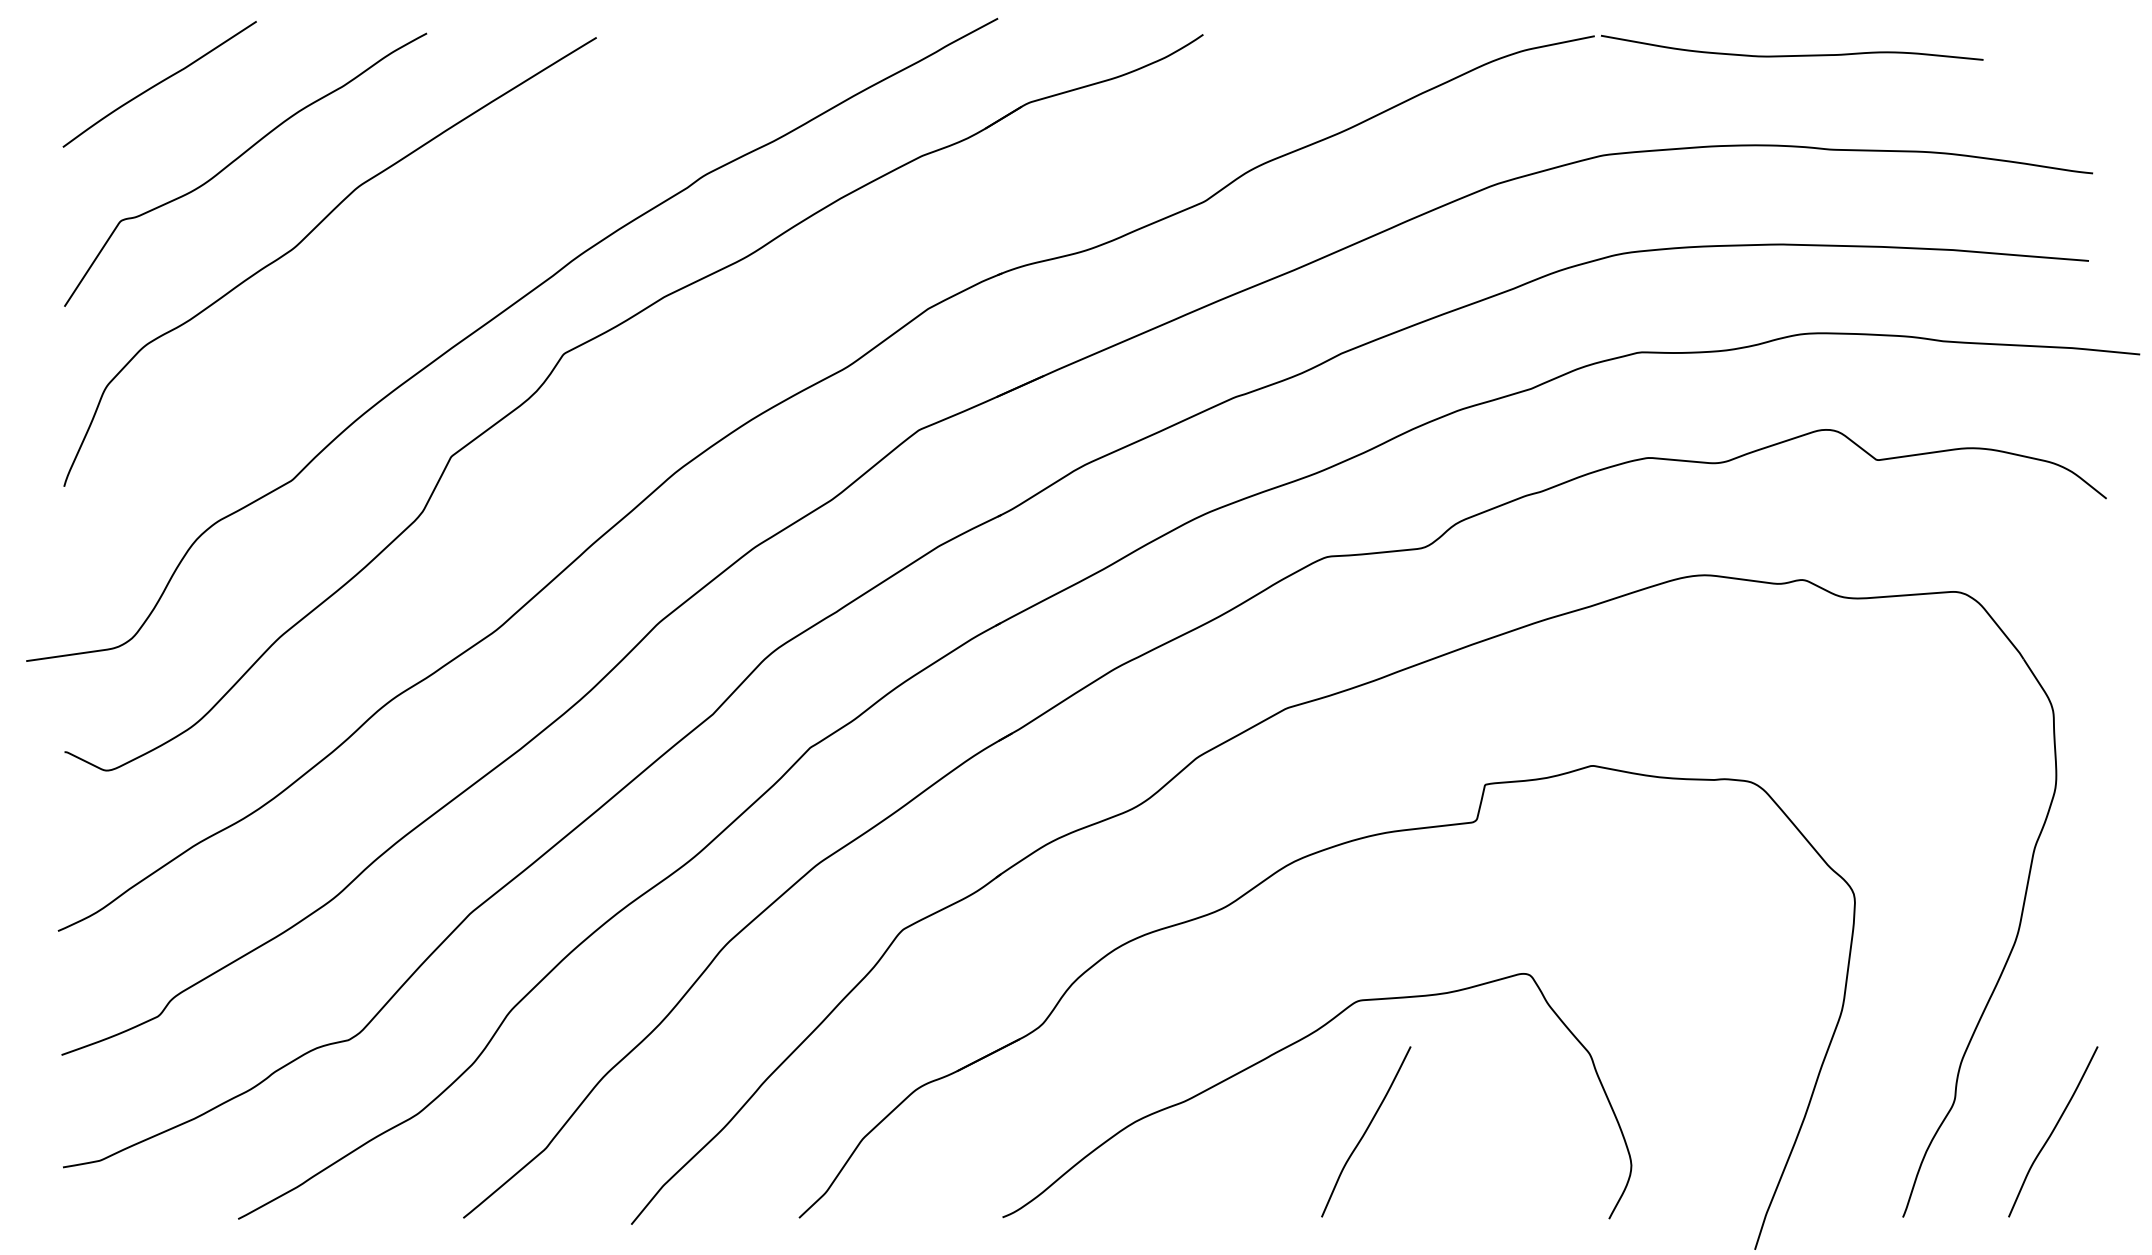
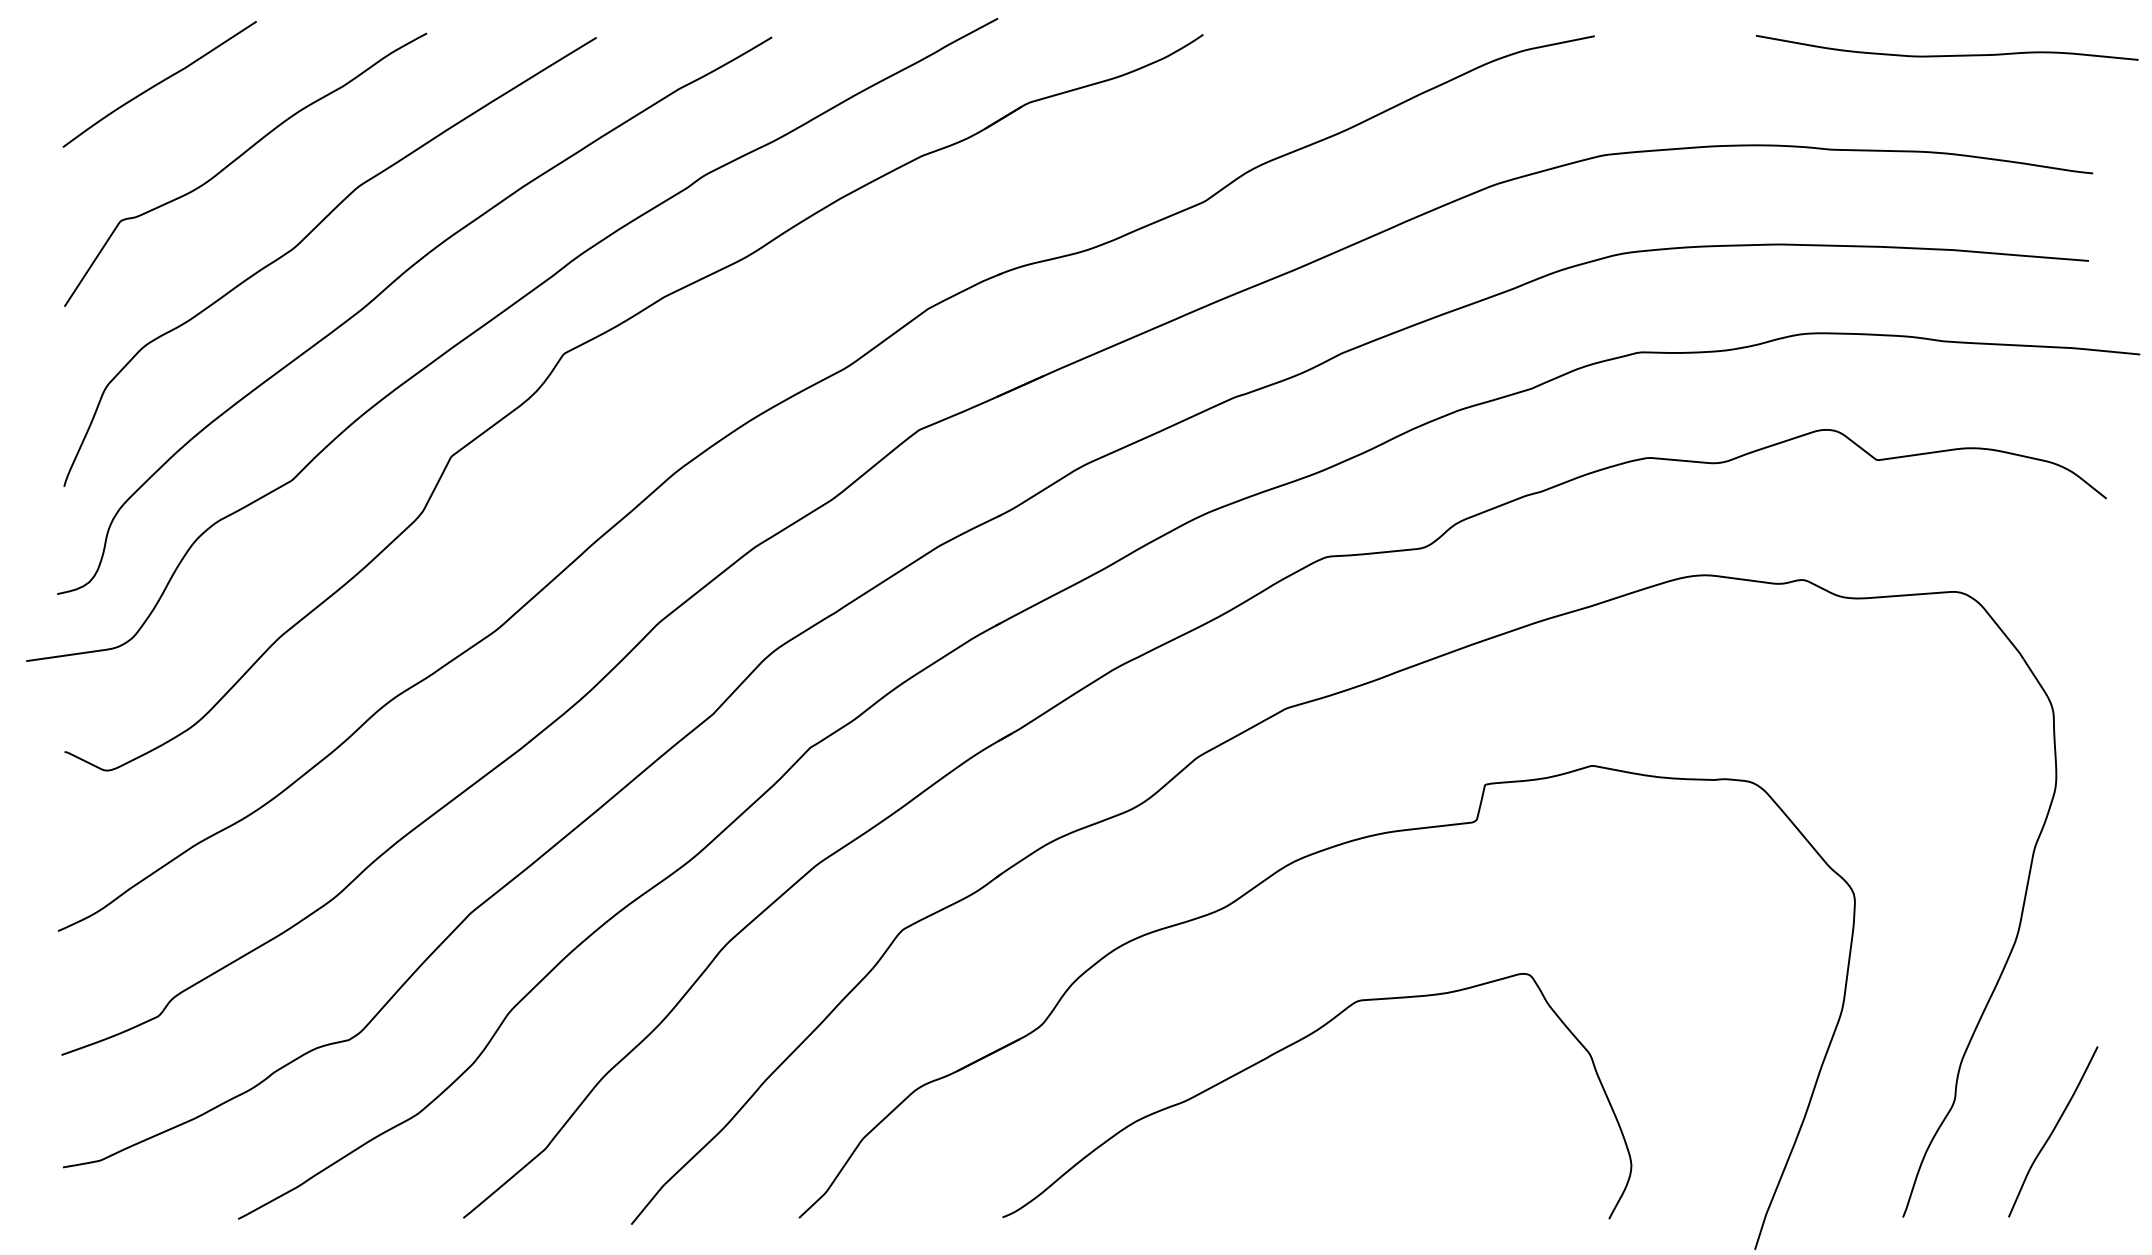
curve at (1792, 55) position: (1792, 55) -> (1947, 55)
curve at (392, 284): none -> present
curve at (1366, 1131): present -> none
